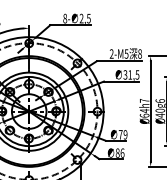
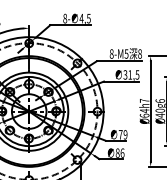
text at (81, 18): 2,5 -> 4,5
text at (111, 53): 2-M5 -> 8-M5
